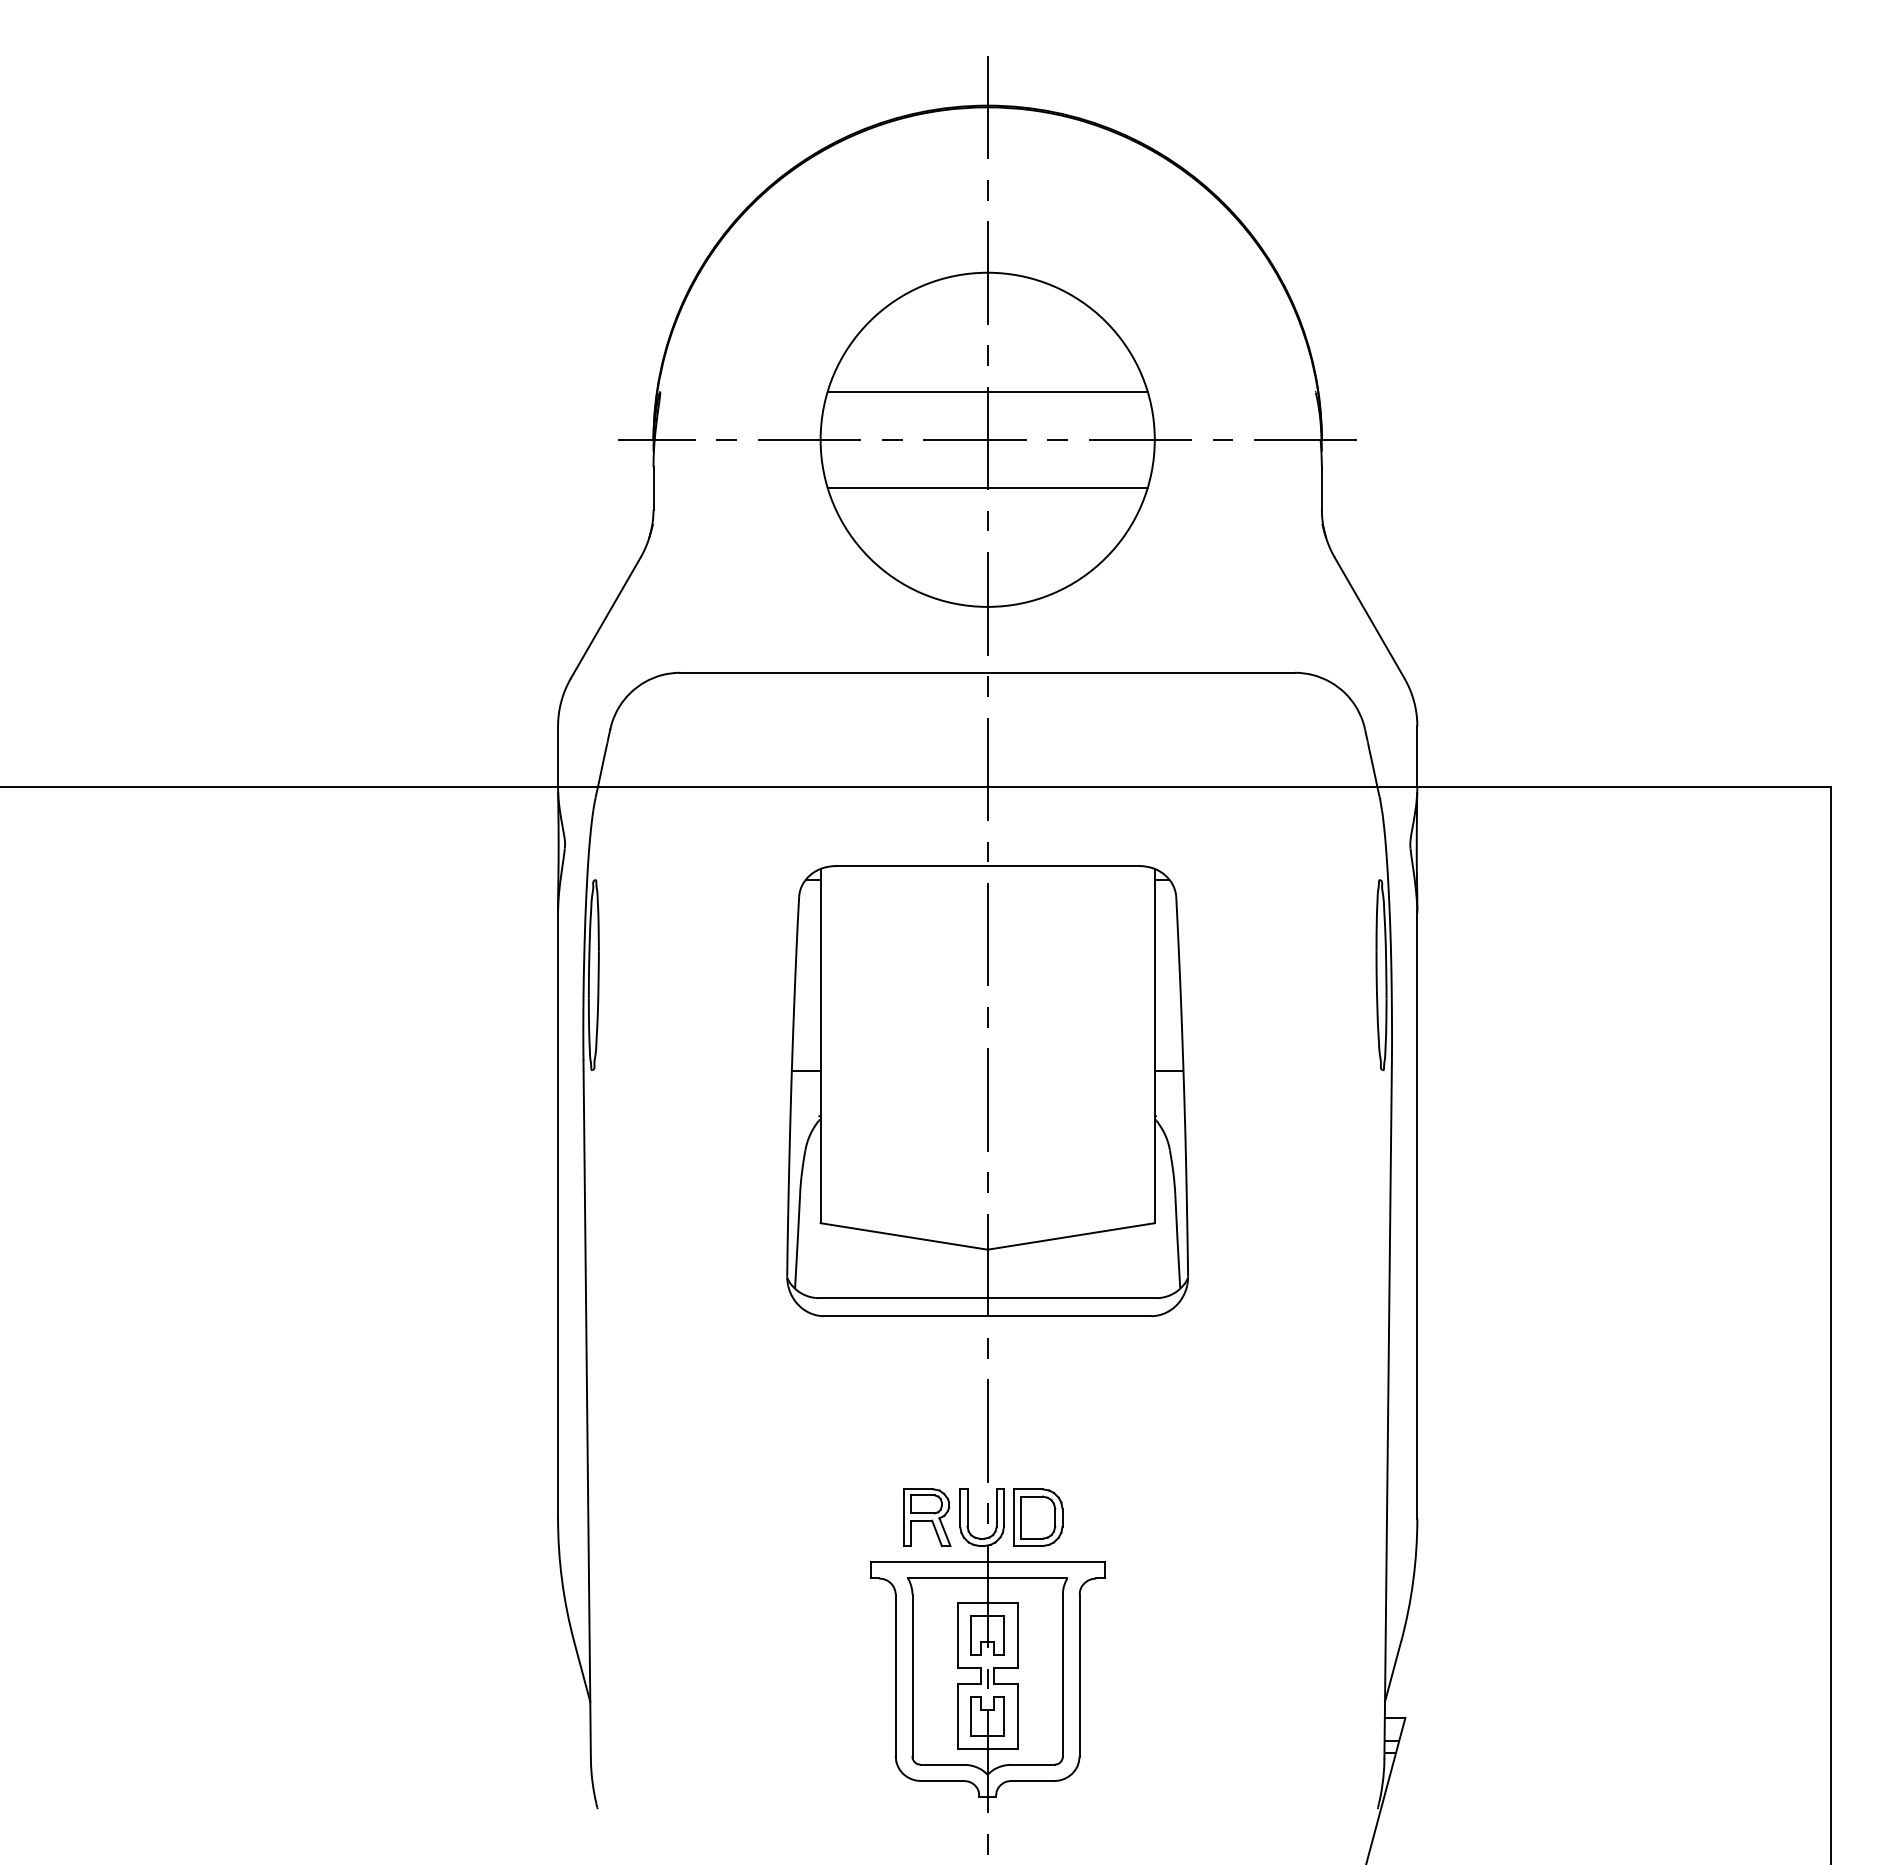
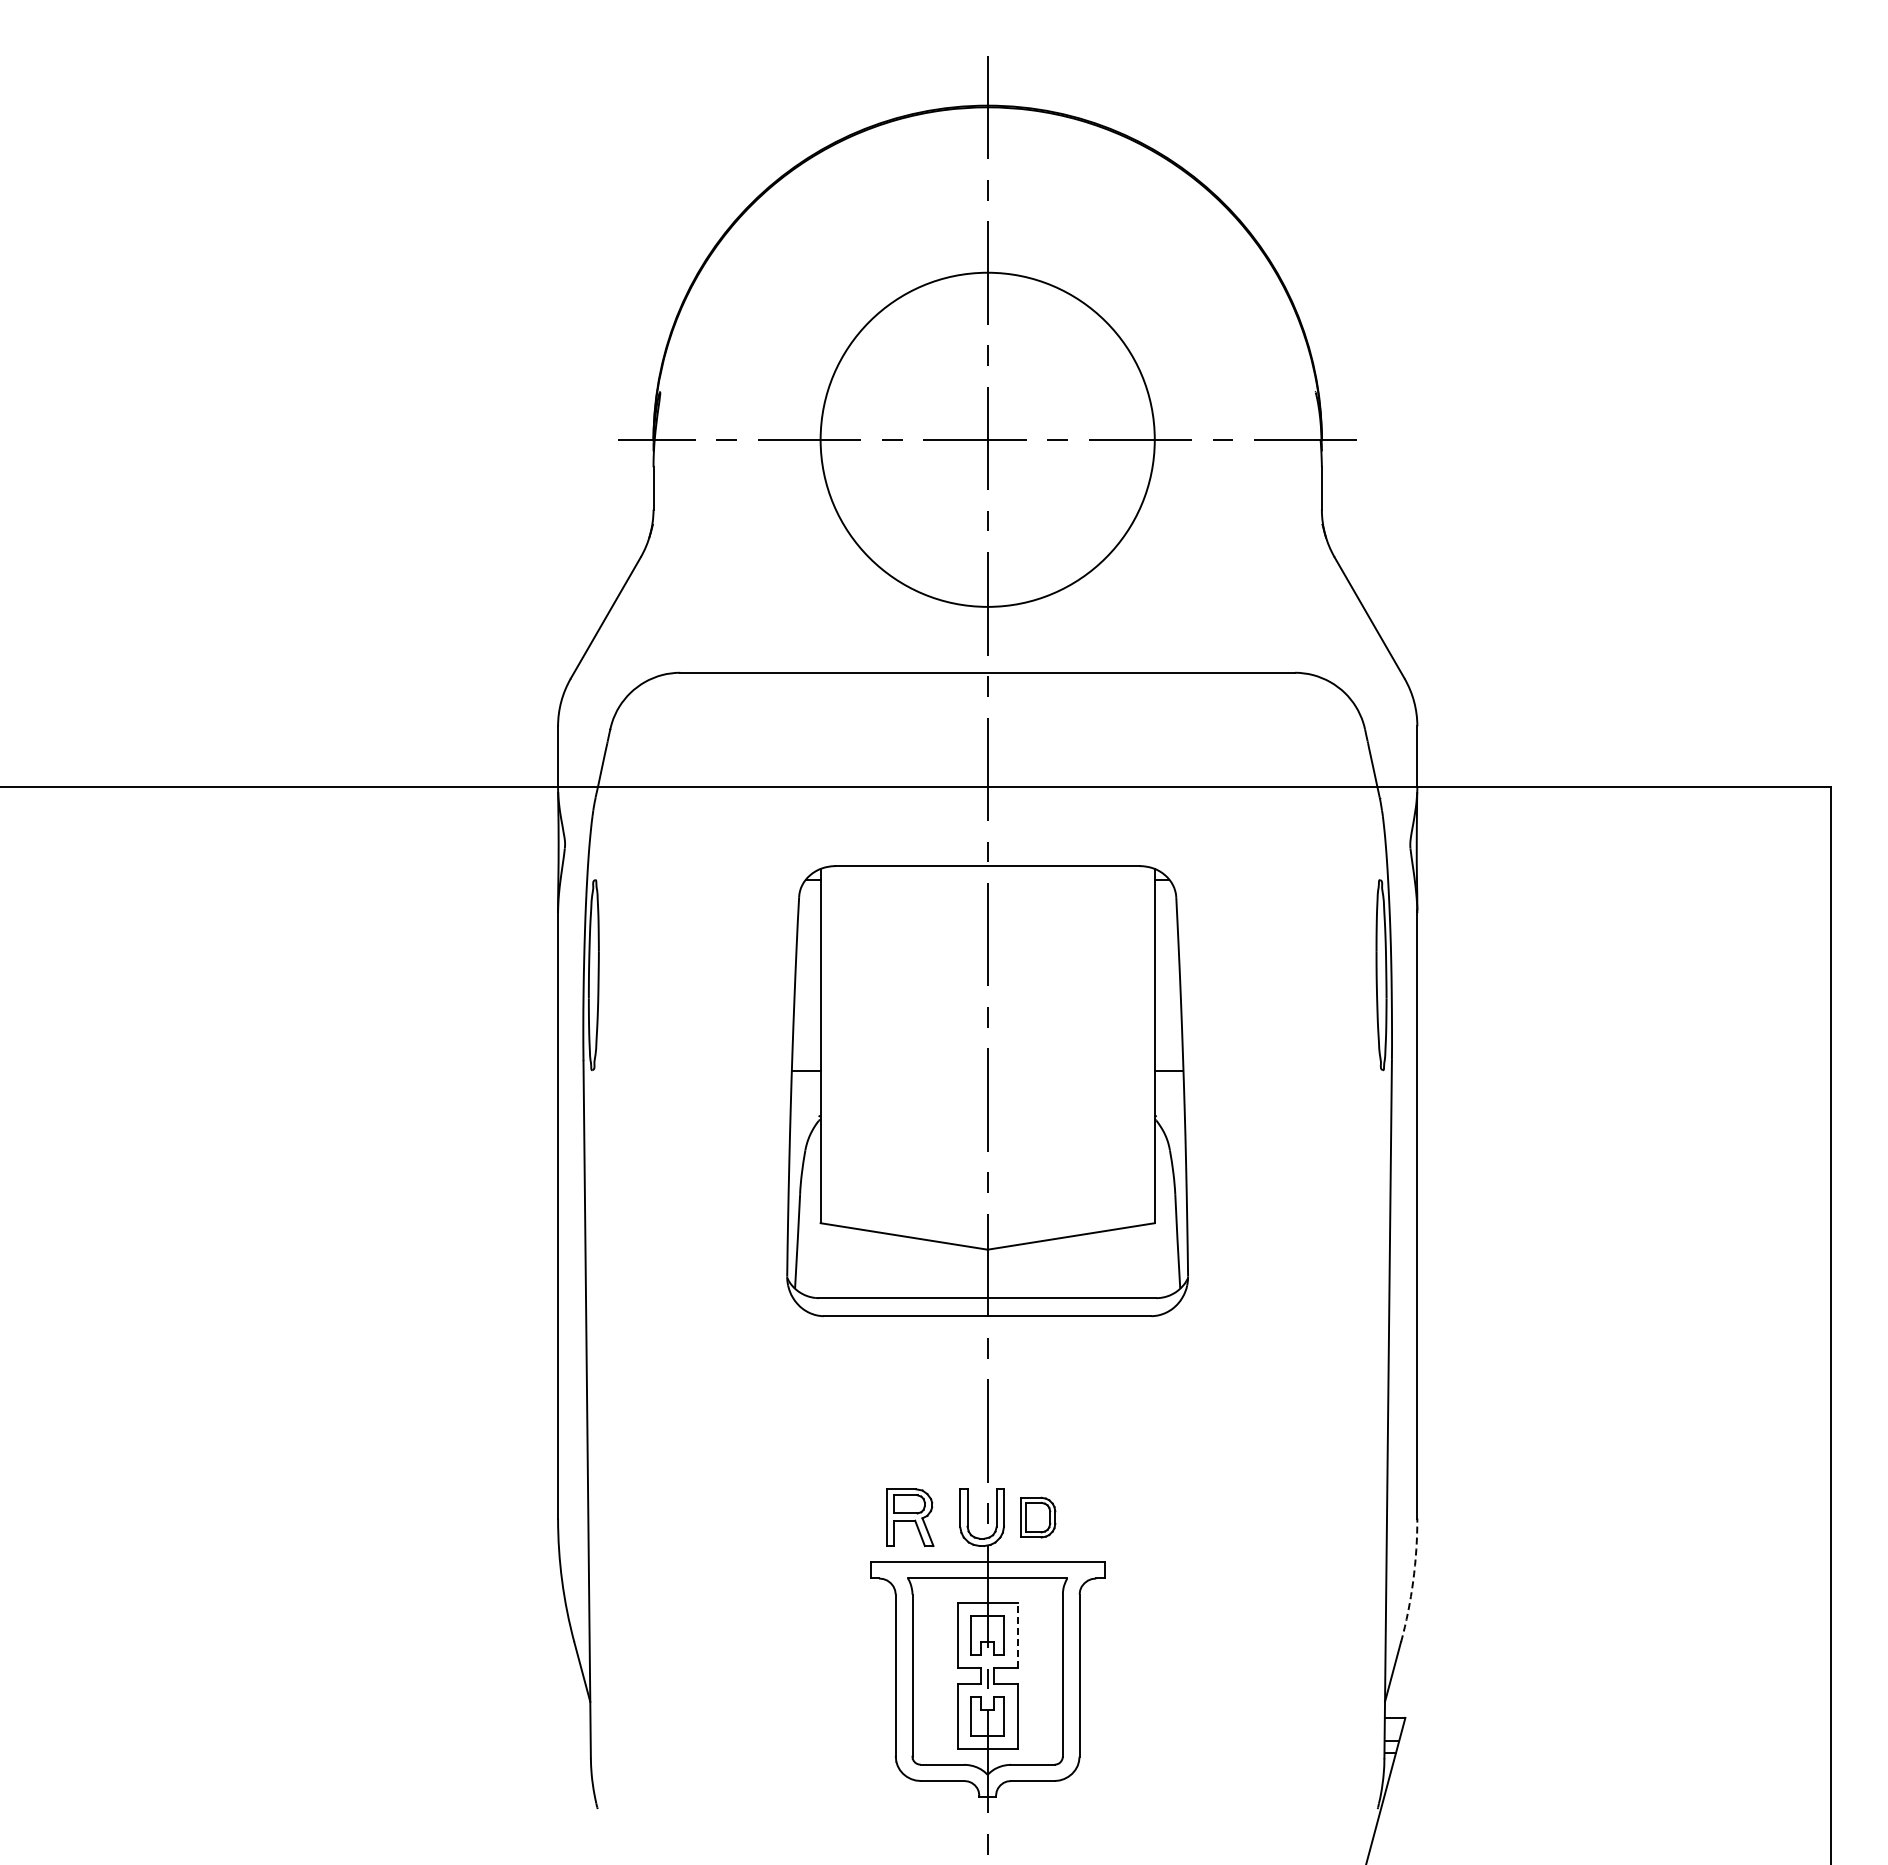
line at (987, 392): present -> none
line at (987, 487): present -> none
part at (927, 1517) position: (927, 1517) -> (910, 1517)
part at (1038, 1517) size: 51x59 px -> 37x43 px
arc at (1413, 1580): solid -> dashed
line at (1017, 1634): solid -> dashed
